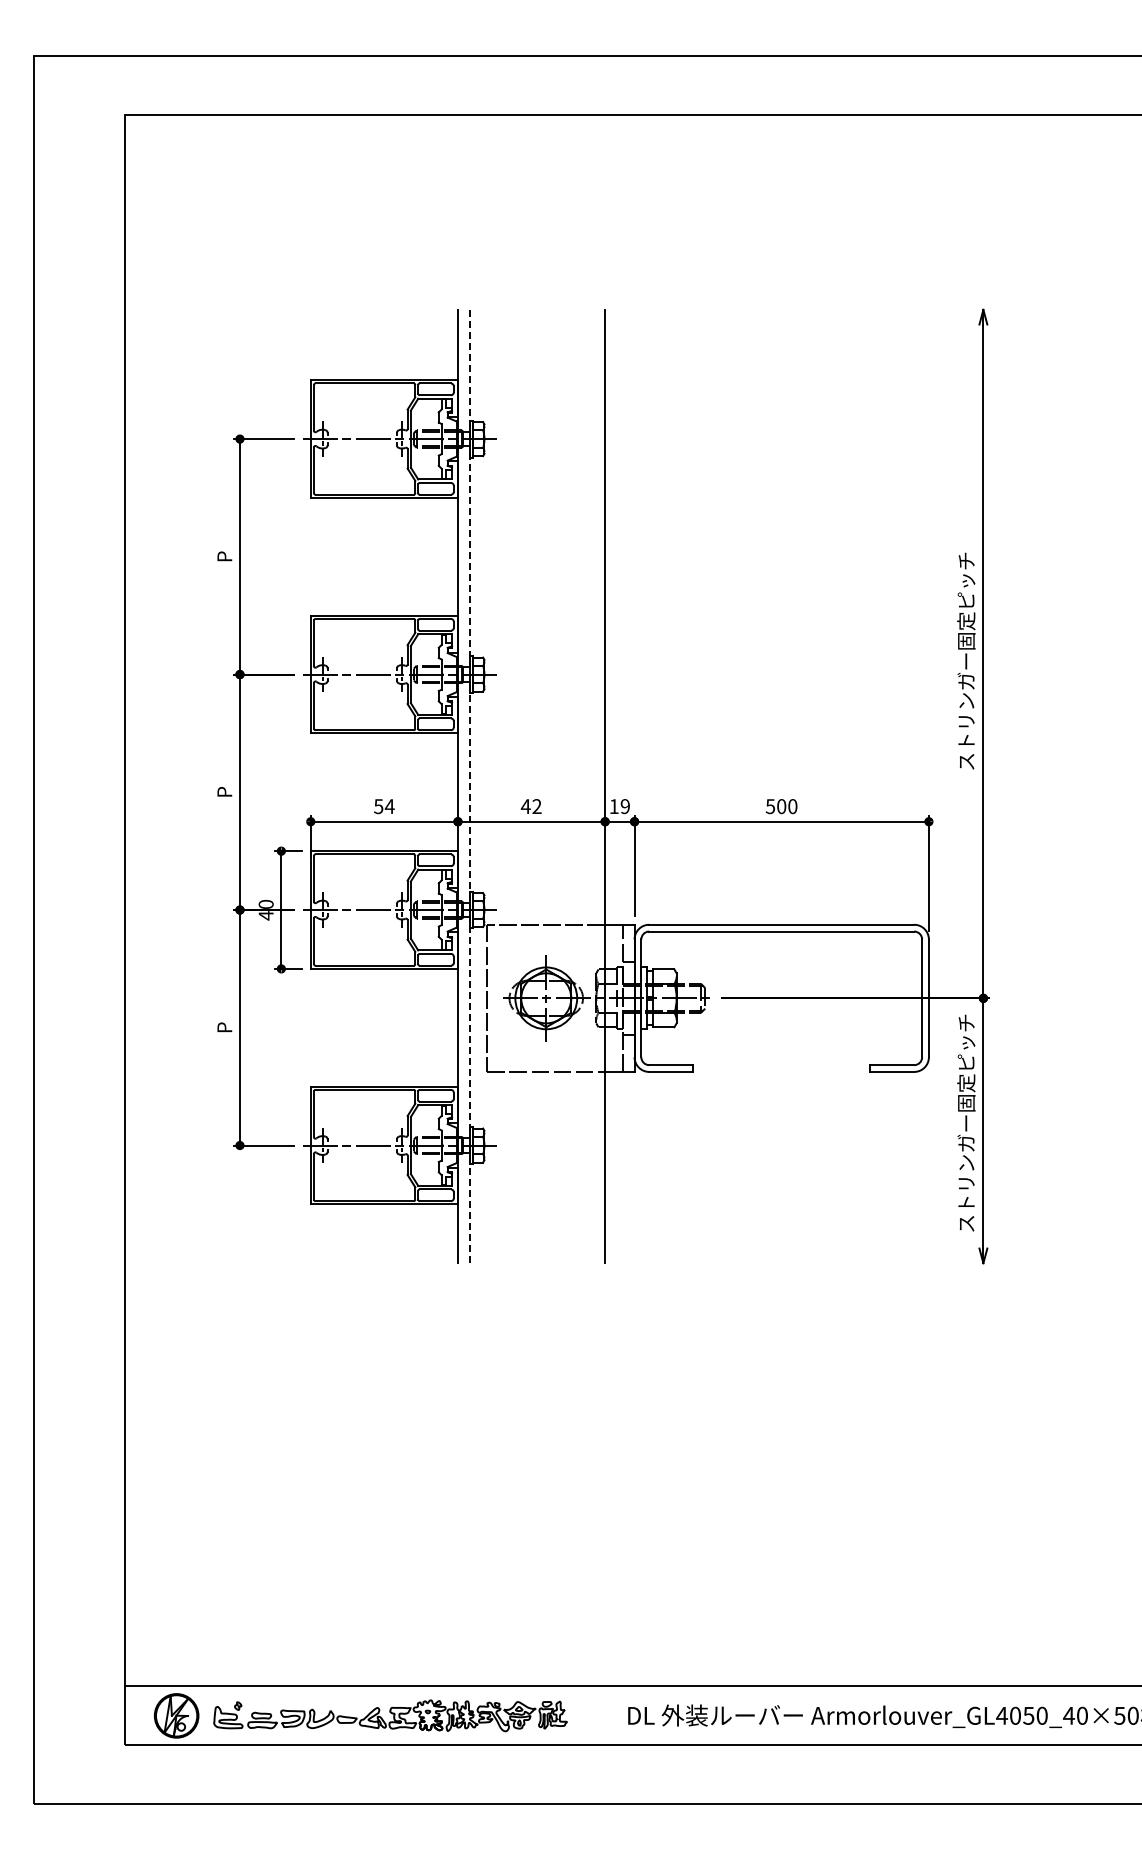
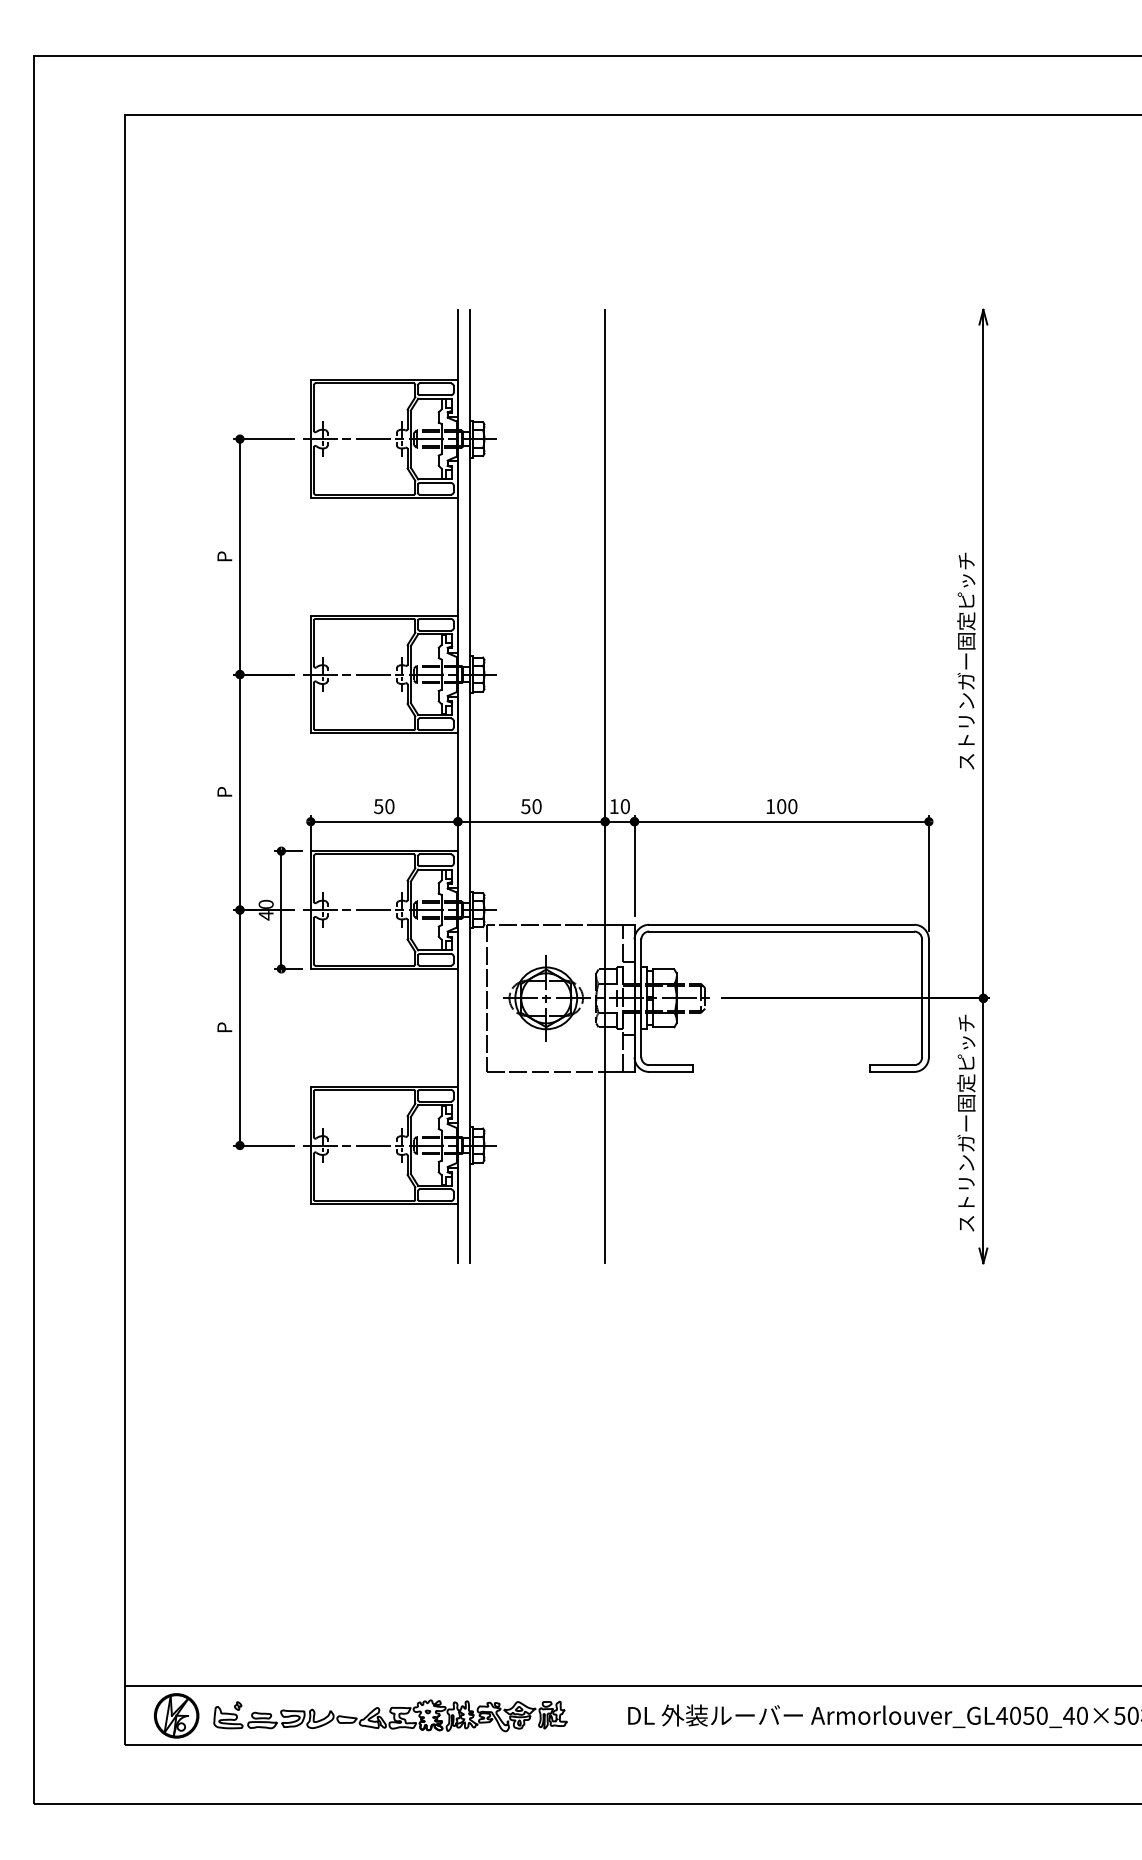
line at (469, 786): dashed -> solid
text at (389, 806): 54 -> 50
text at (530, 806): 42 -> 50
text at (624, 806): 19 -> 10
text at (769, 806): 500 -> 100
